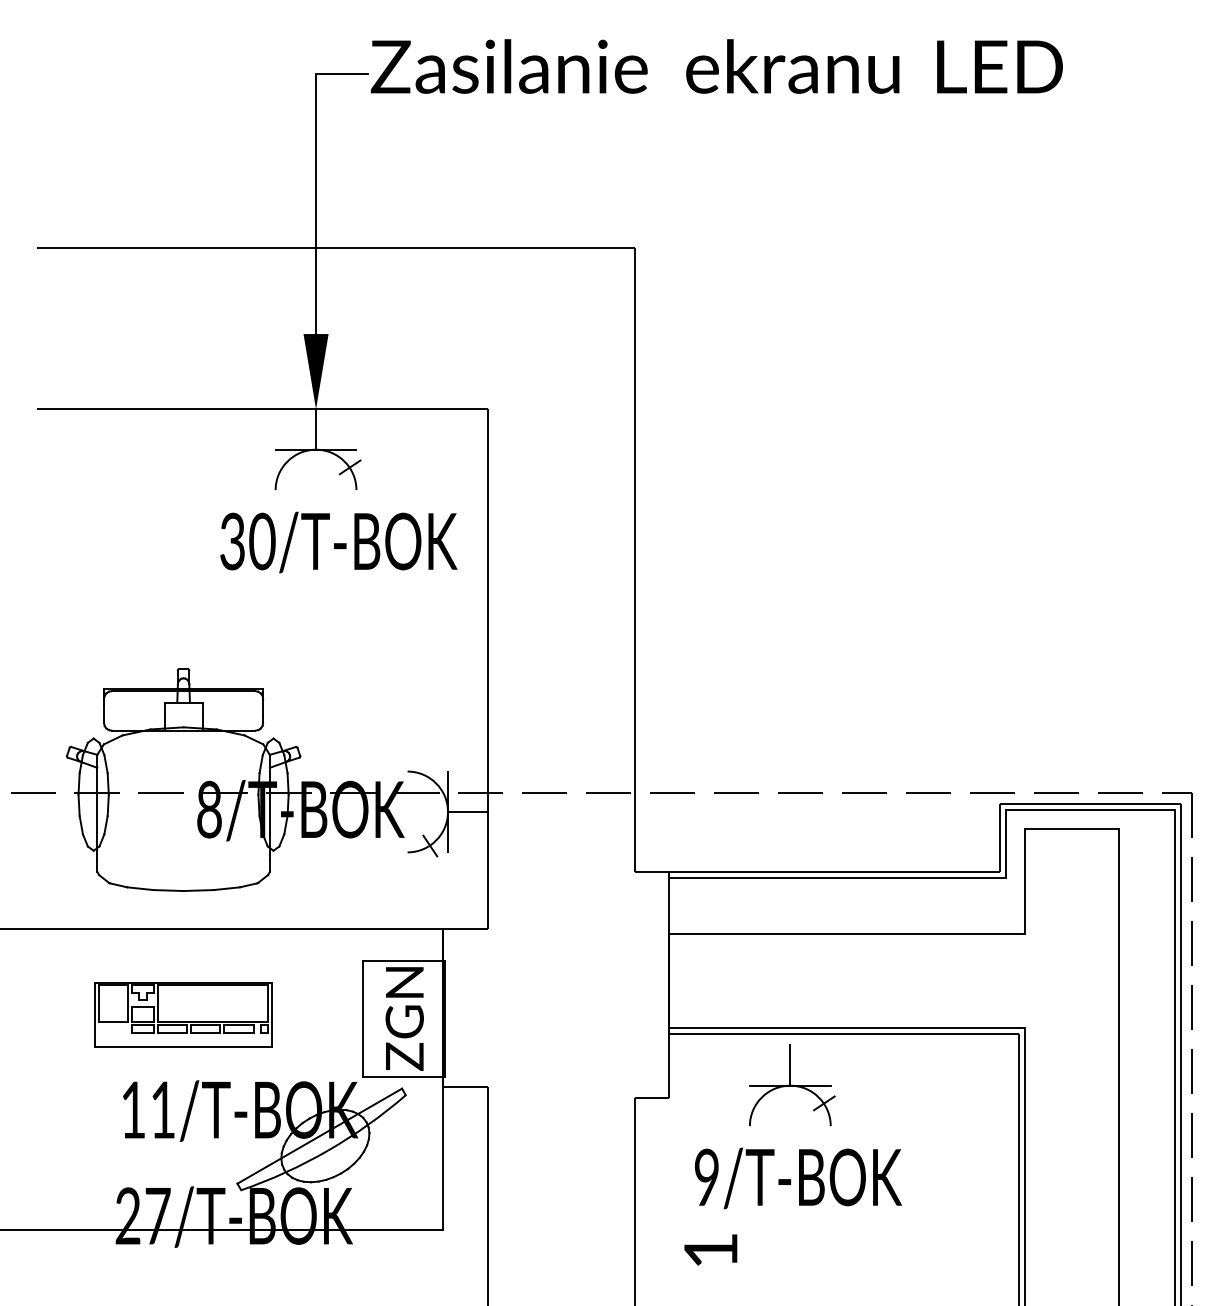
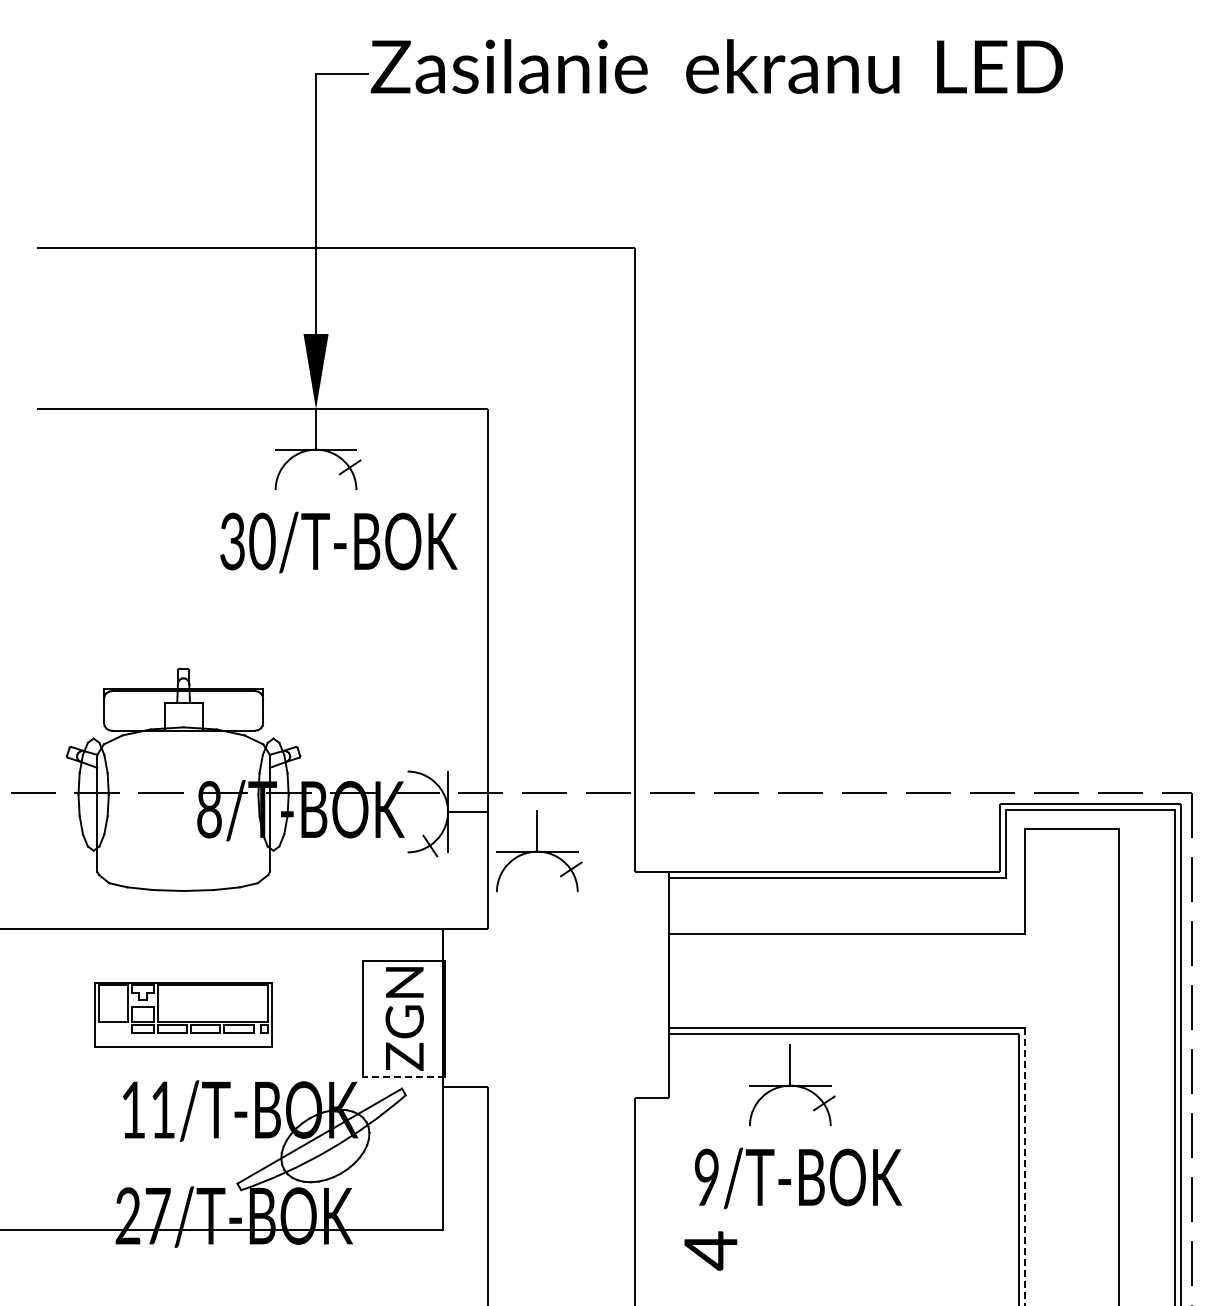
part at (539, 851): none -> present
line at (403, 1076): solid -> dashed
line at (1024, 1167): solid -> dashed
text at (710, 1250): 1 -> 4
